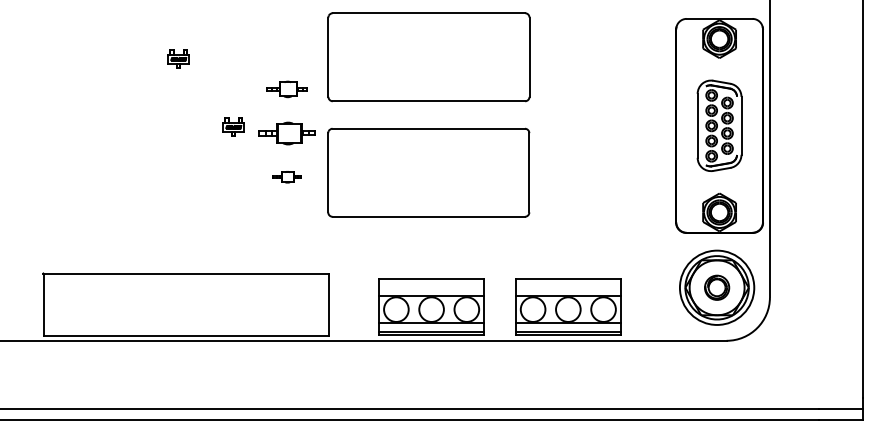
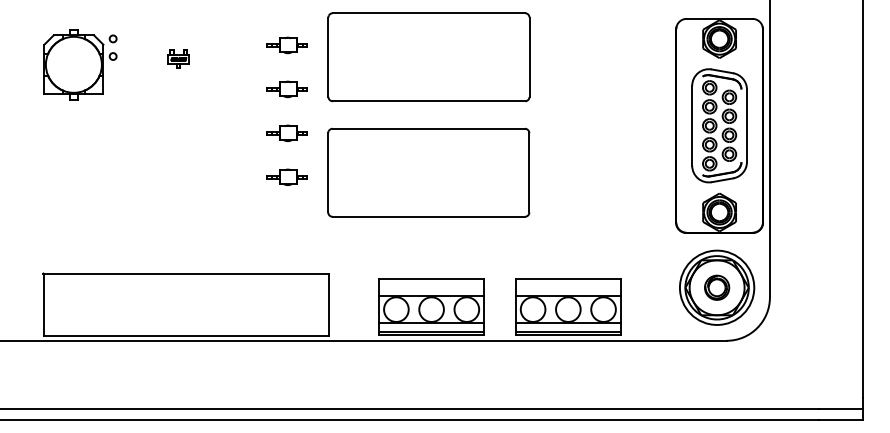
part at (286, 45): none -> present
part at (80, 64): none -> present
part at (719, 125) size: 47x93 px -> 57x116 px
part at (233, 126): present -> none
part at (286, 133) size: 58x25 px -> 42x18 px
part at (286, 177) size: 30x13 px -> 42x18 px
